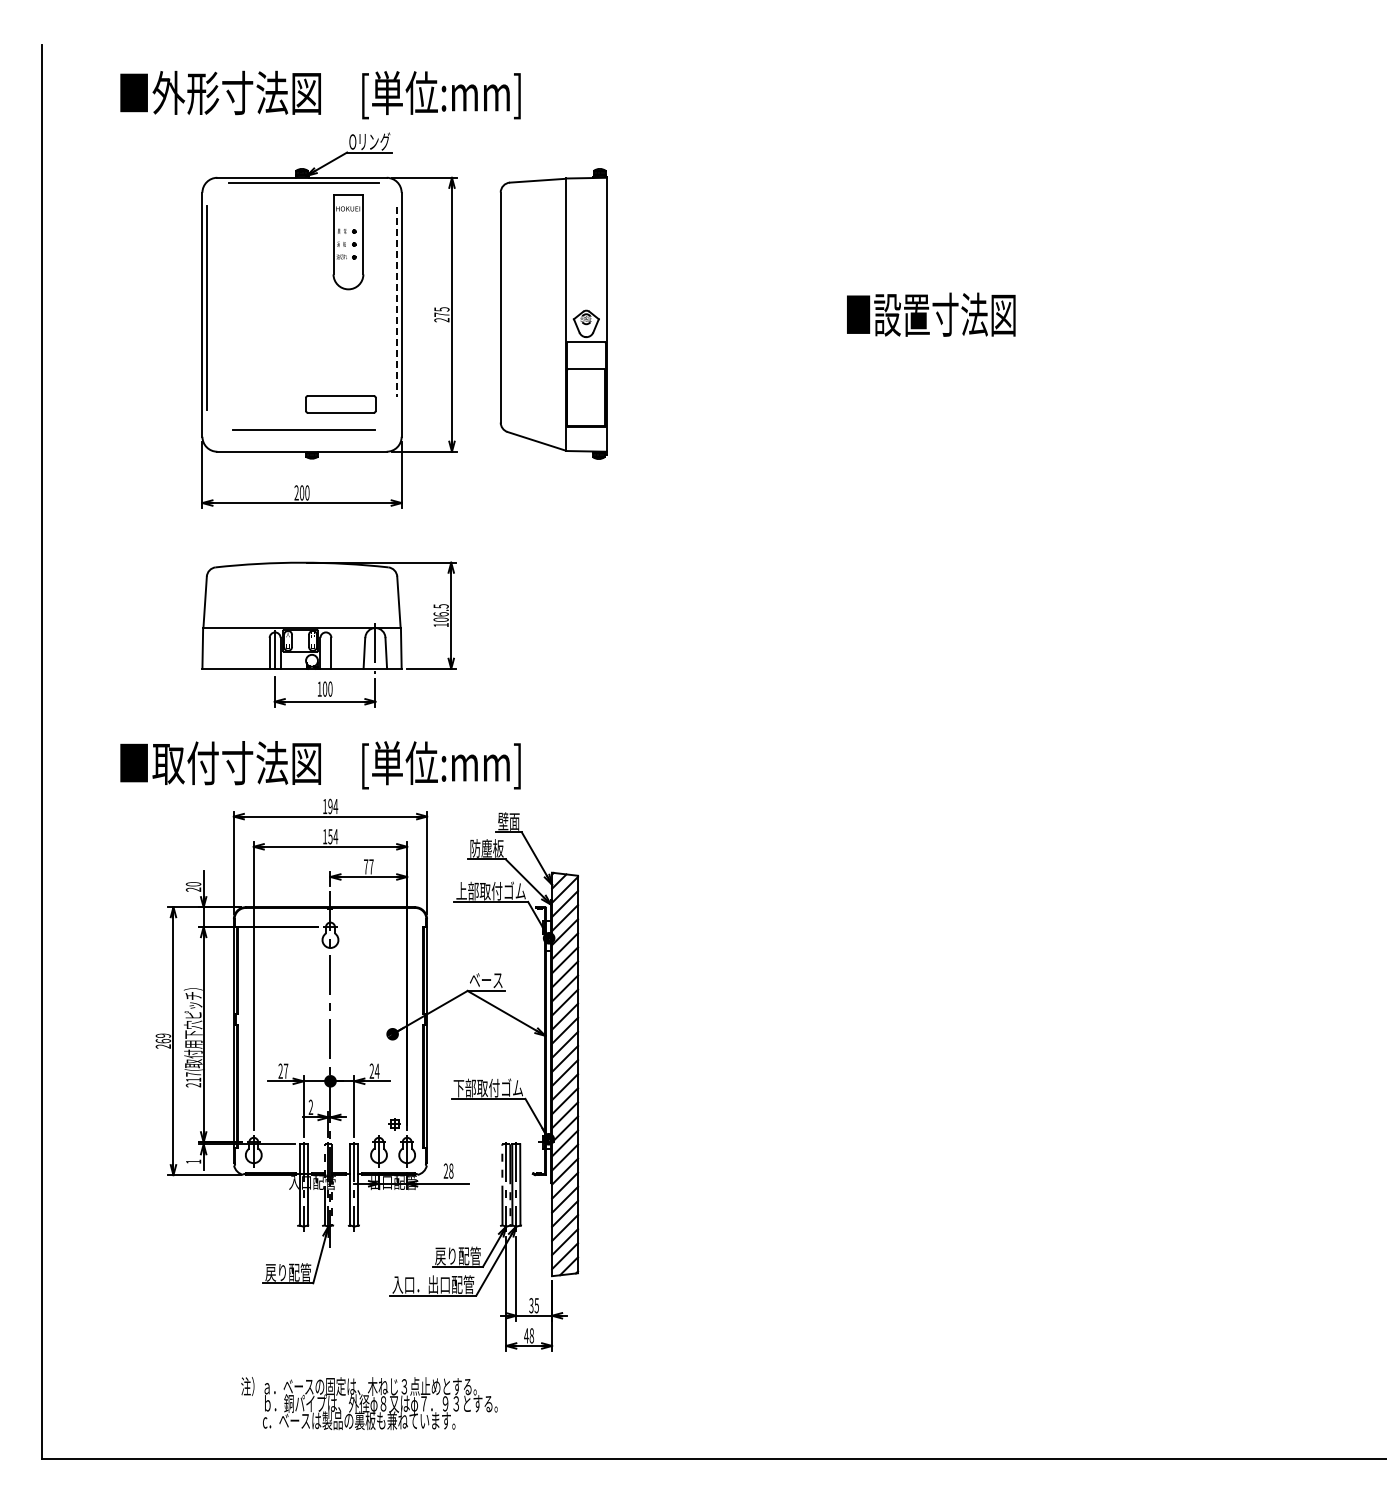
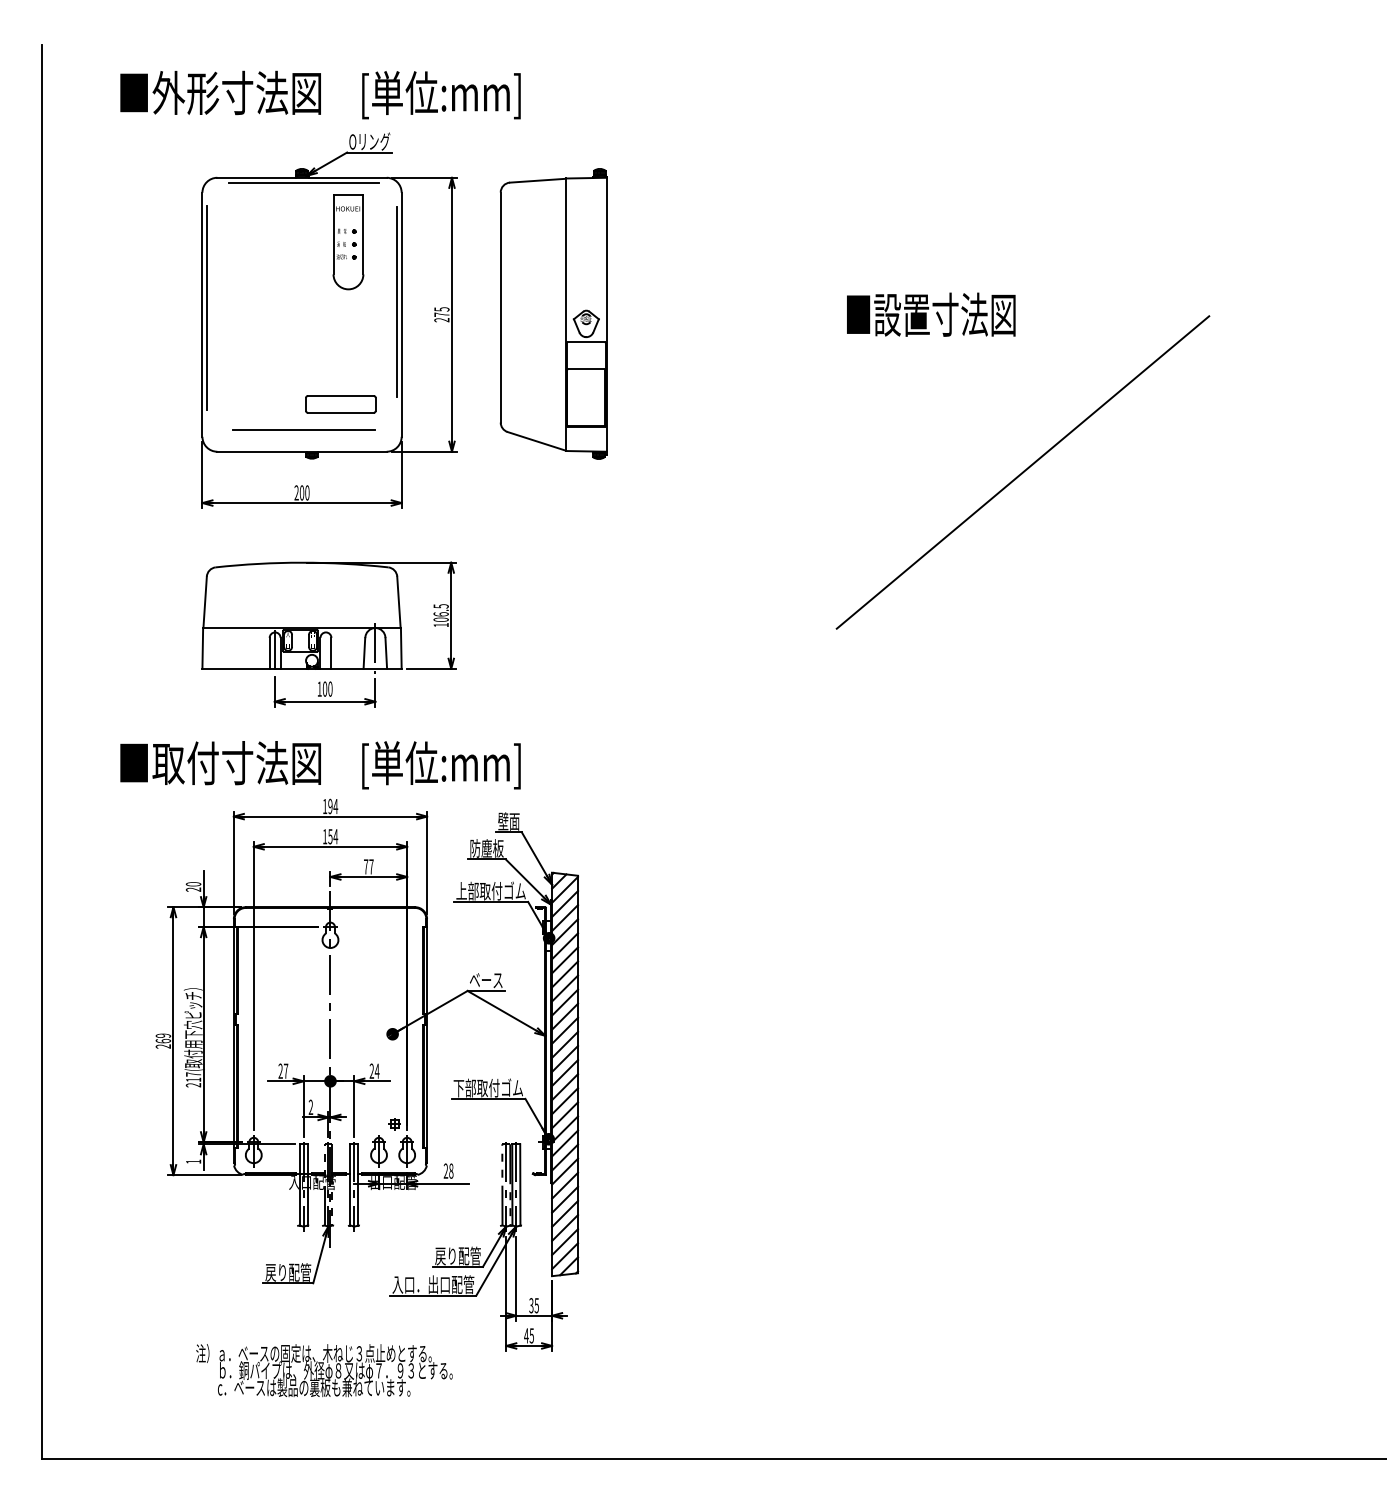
line at (396, 302): dashed -> solid
line at (1022, 472): none -> present
text at (531, 1335): 48 -> 45
text at (369, 1403) position: (369, 1403) -> (324, 1370)
